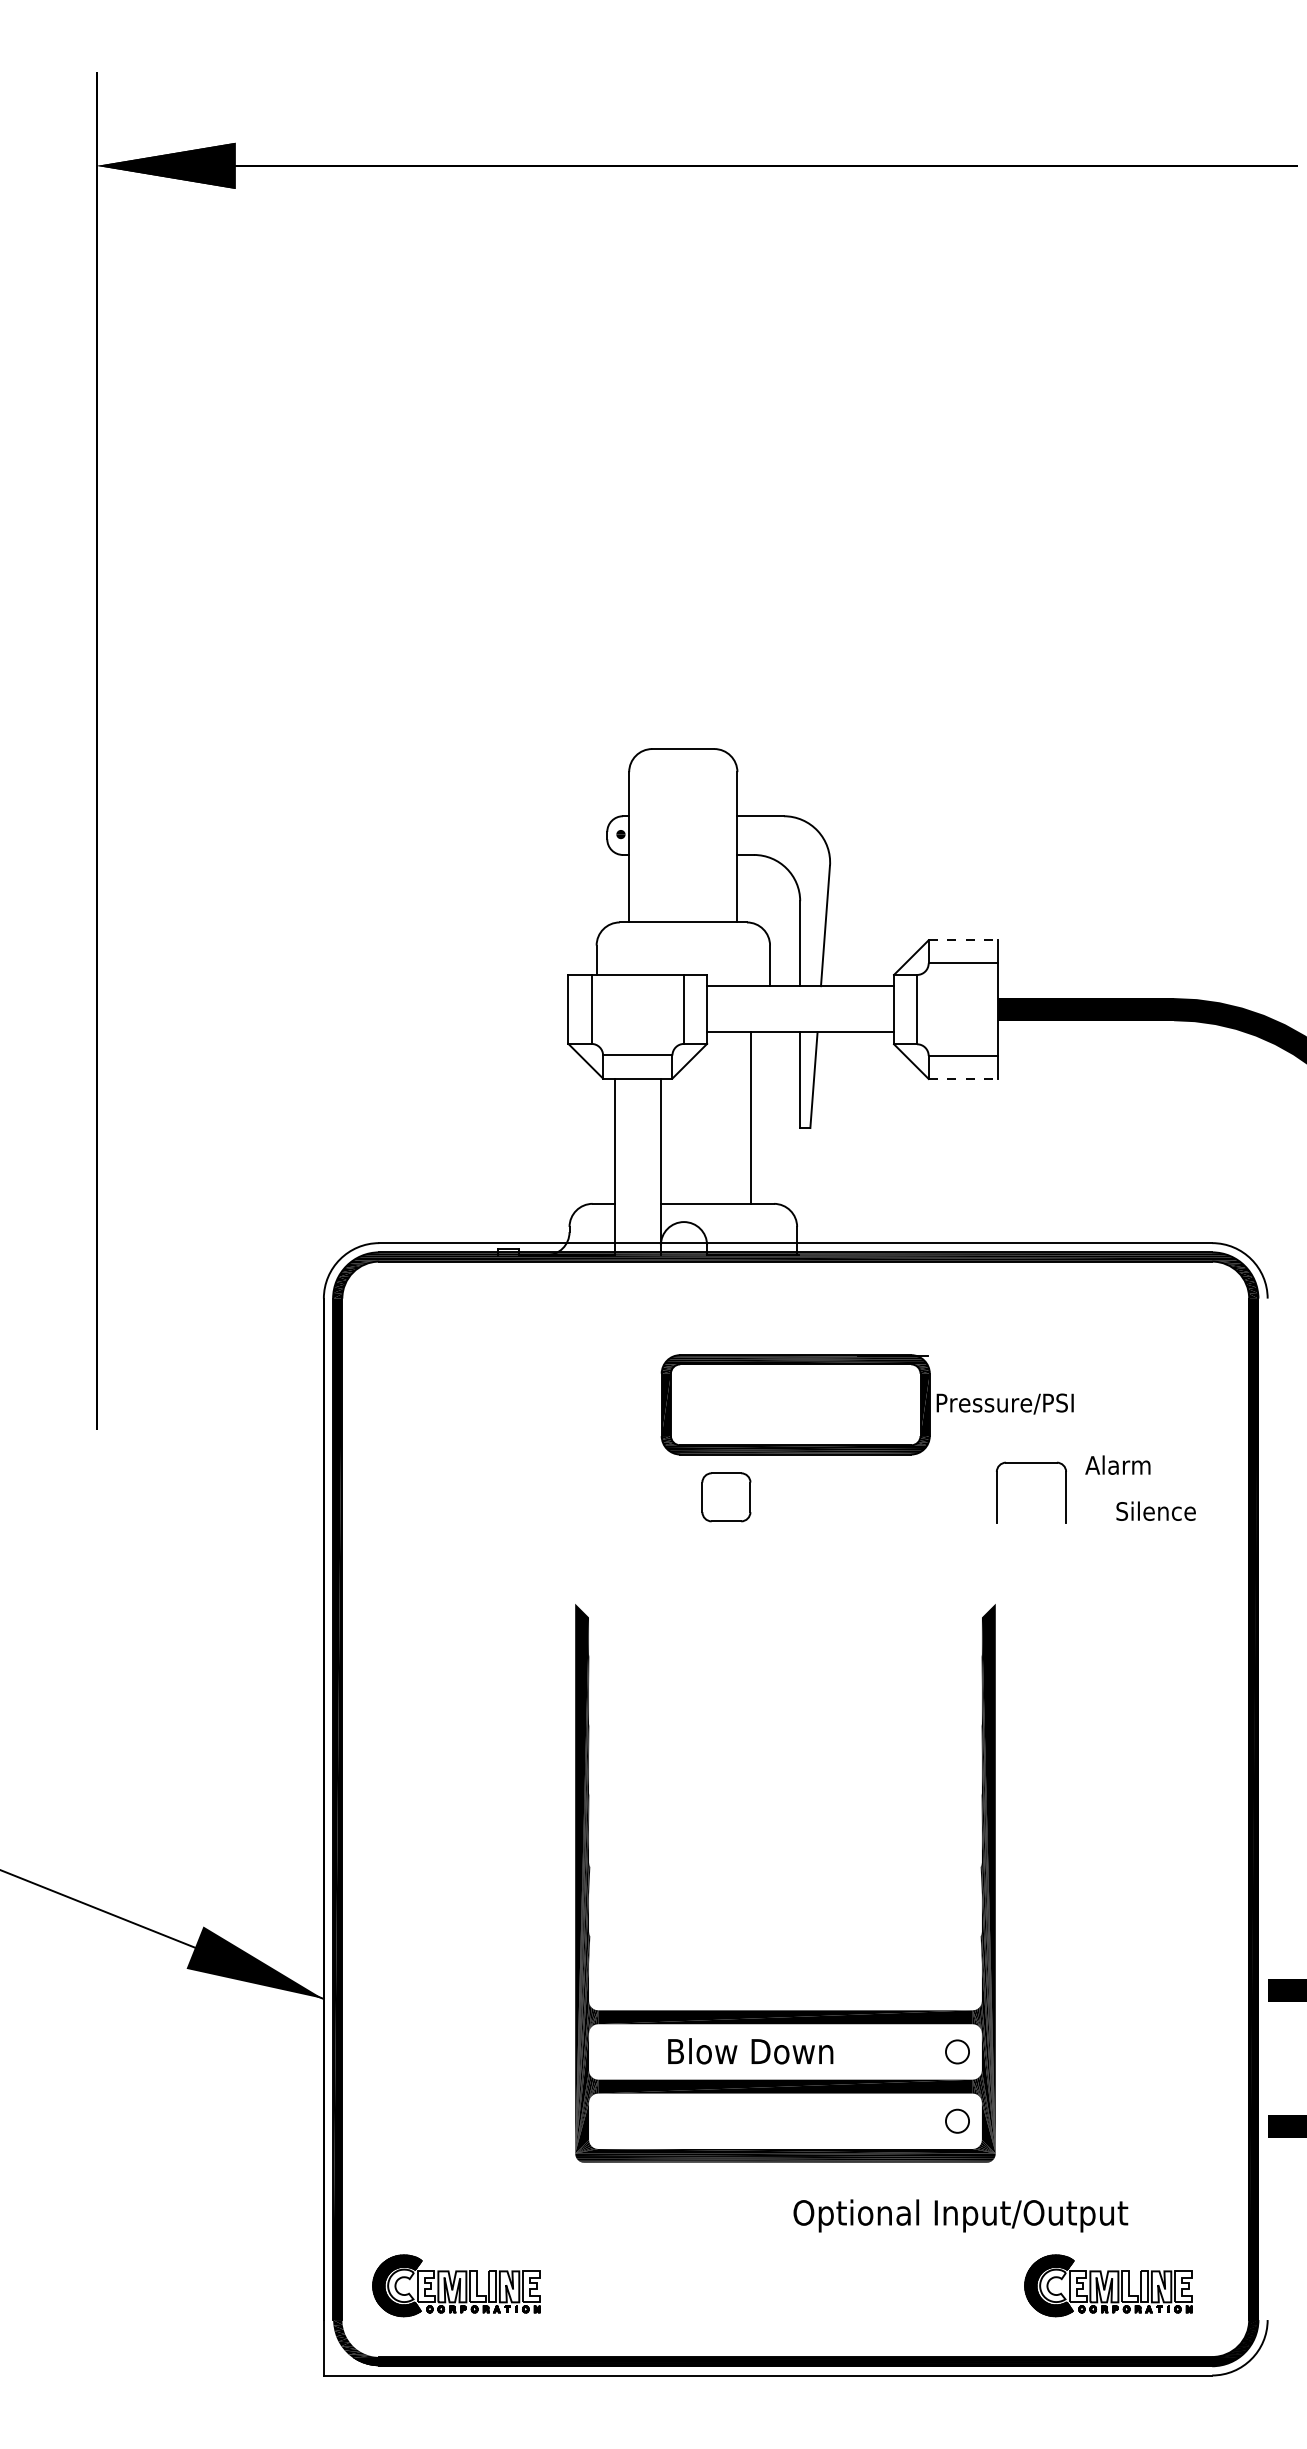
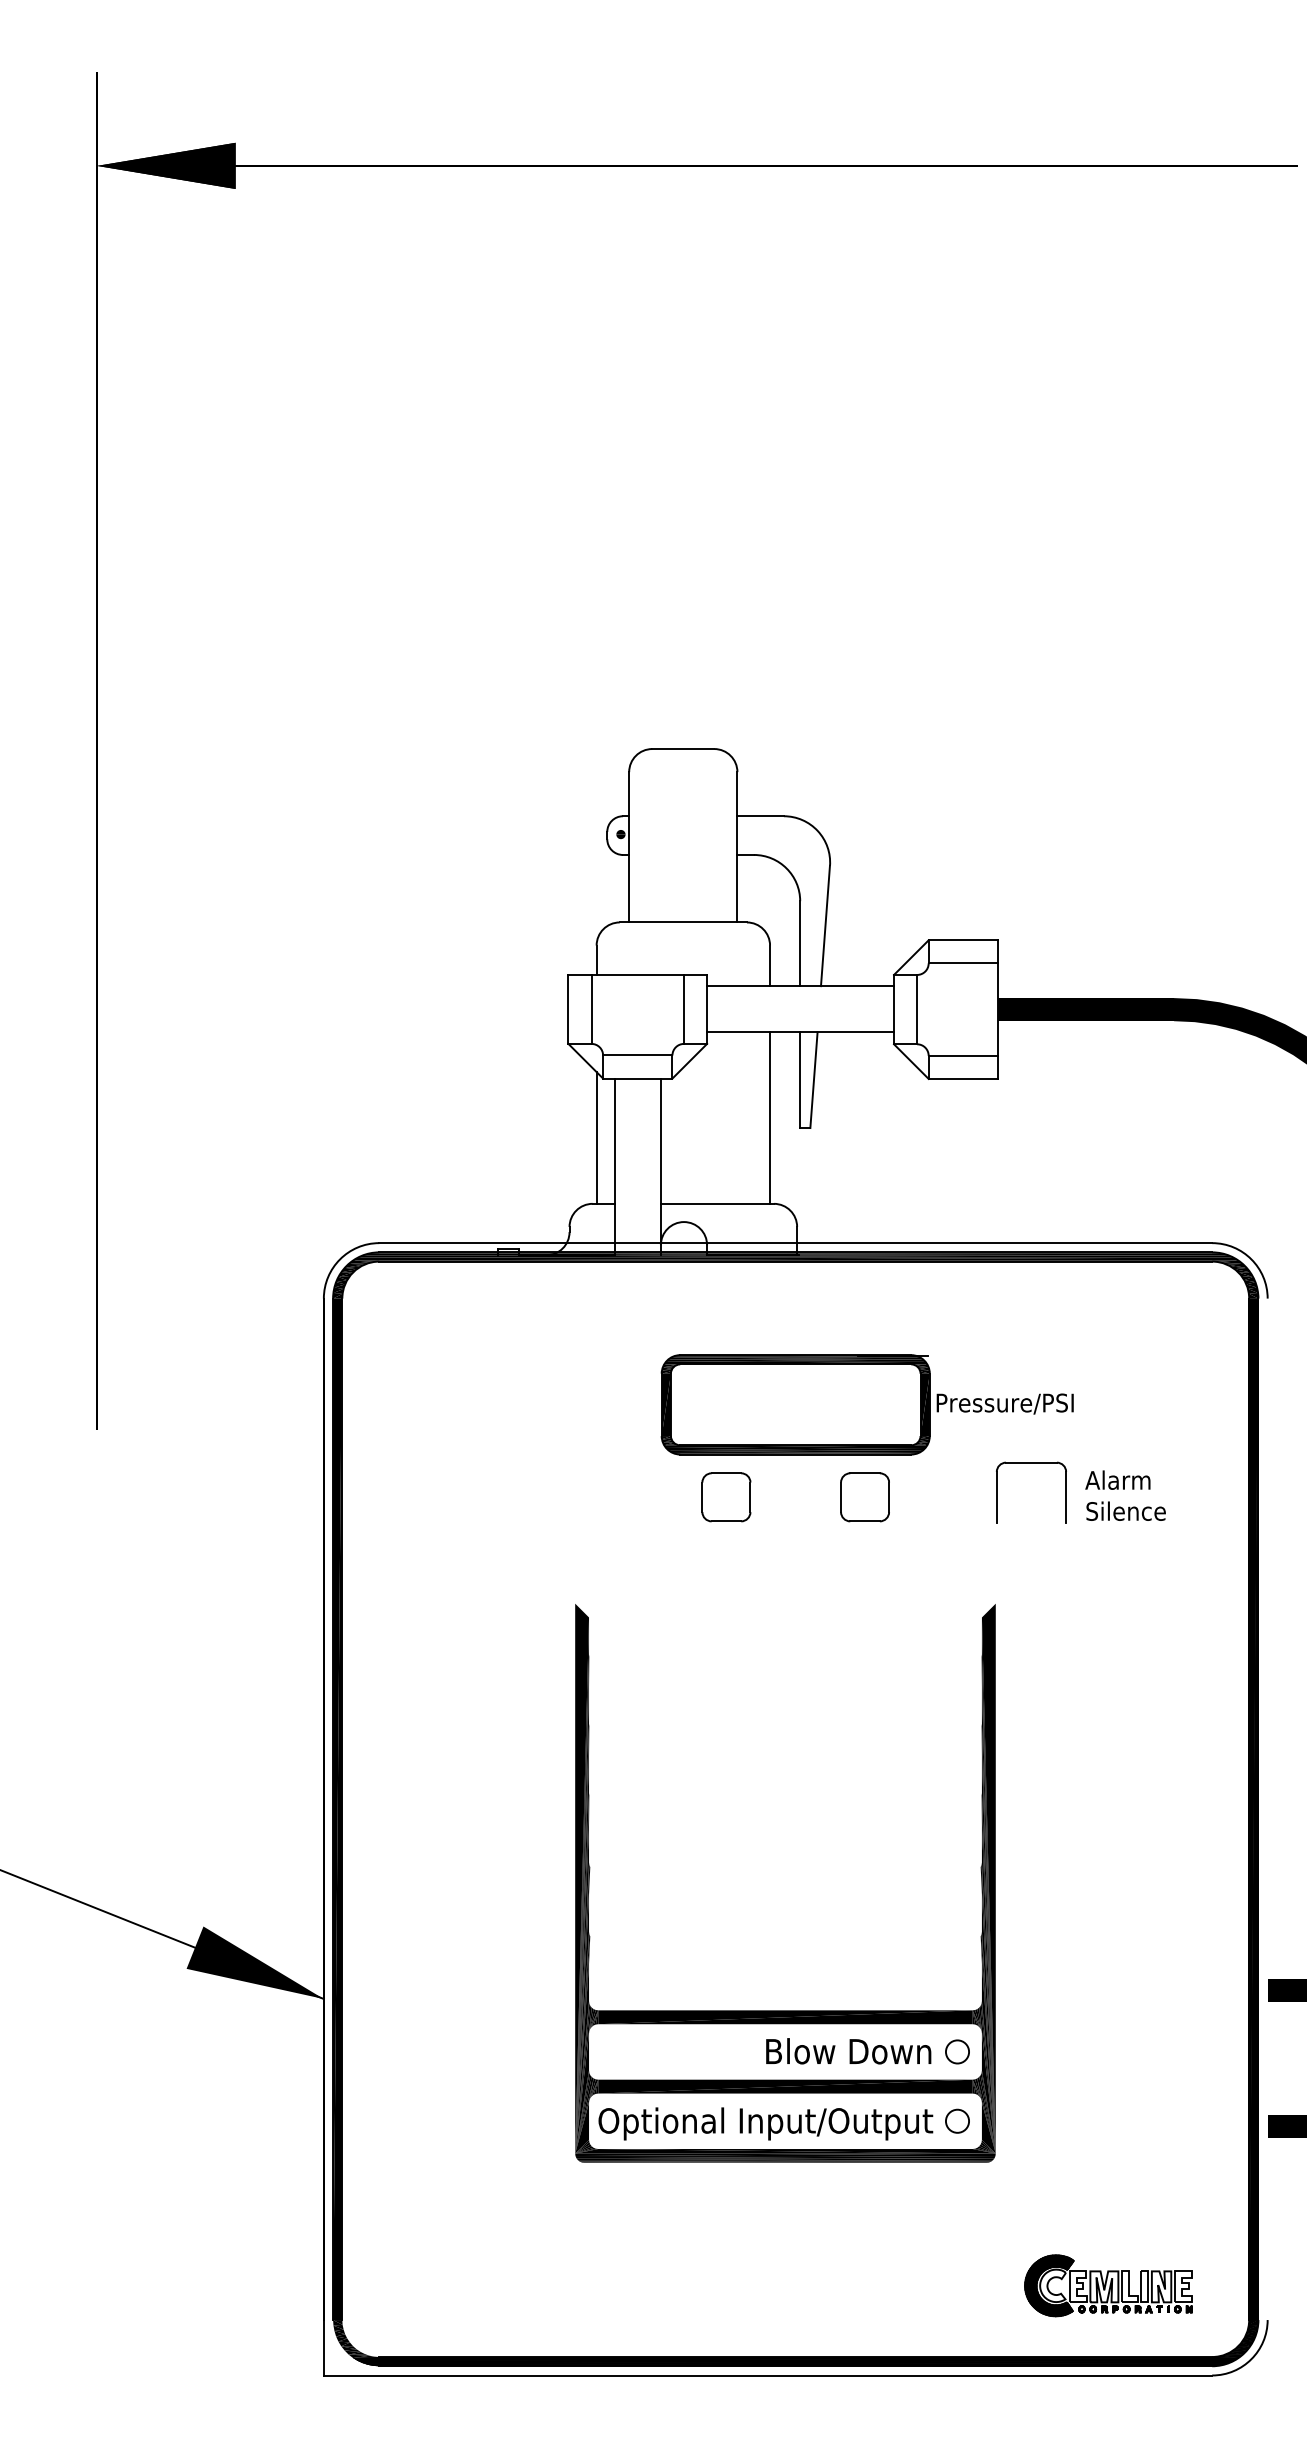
line at (963, 940): dashed -> solid
line at (963, 1078): dashed -> solid
line at (751, 1117) position: (751, 1117) -> (770, 1117)
line at (596, 1137): none -> present
text at (1117, 1464) position: (1117, 1464) -> (1117, 1479)
part at (864, 1497): none -> present
text at (1155, 1510) position: (1155, 1510) -> (1125, 1510)
text at (750, 2051) position: (750, 2051) -> (848, 2051)
text at (960, 2215) position: (960, 2215) -> (765, 2123)
part at (456, 2285): present -> none
